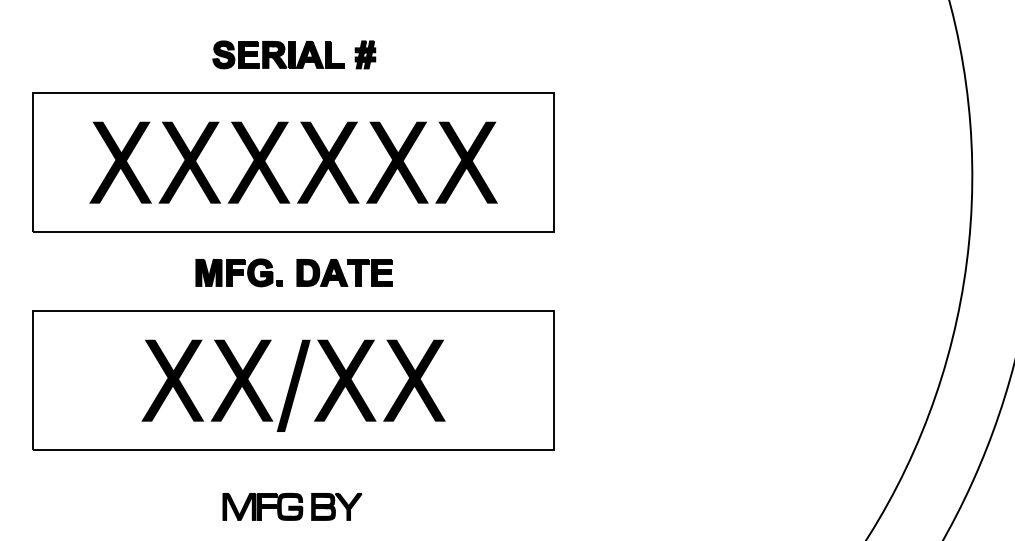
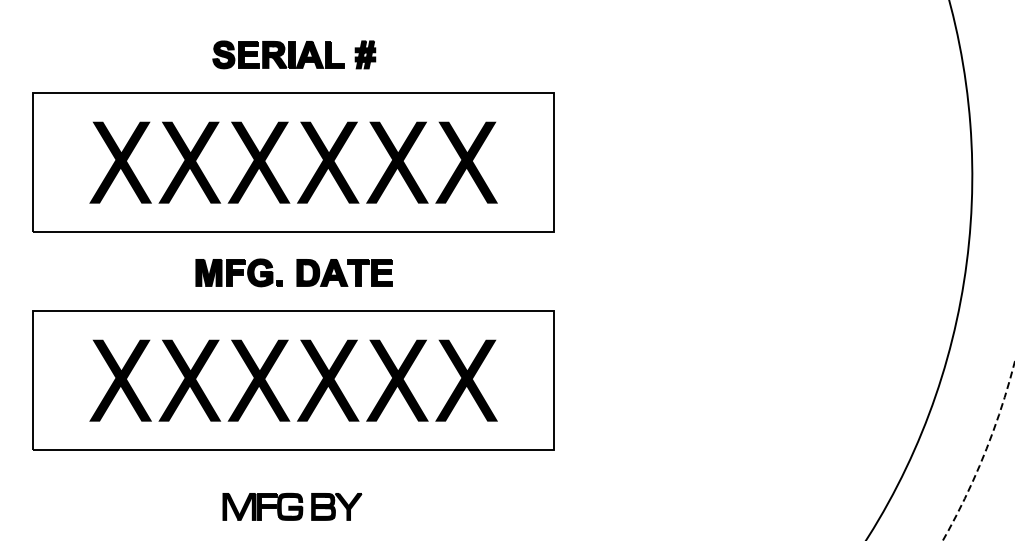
text at (293, 385): XX/XX -> XXXXXX
circle at (978, 450): solid -> dashed
